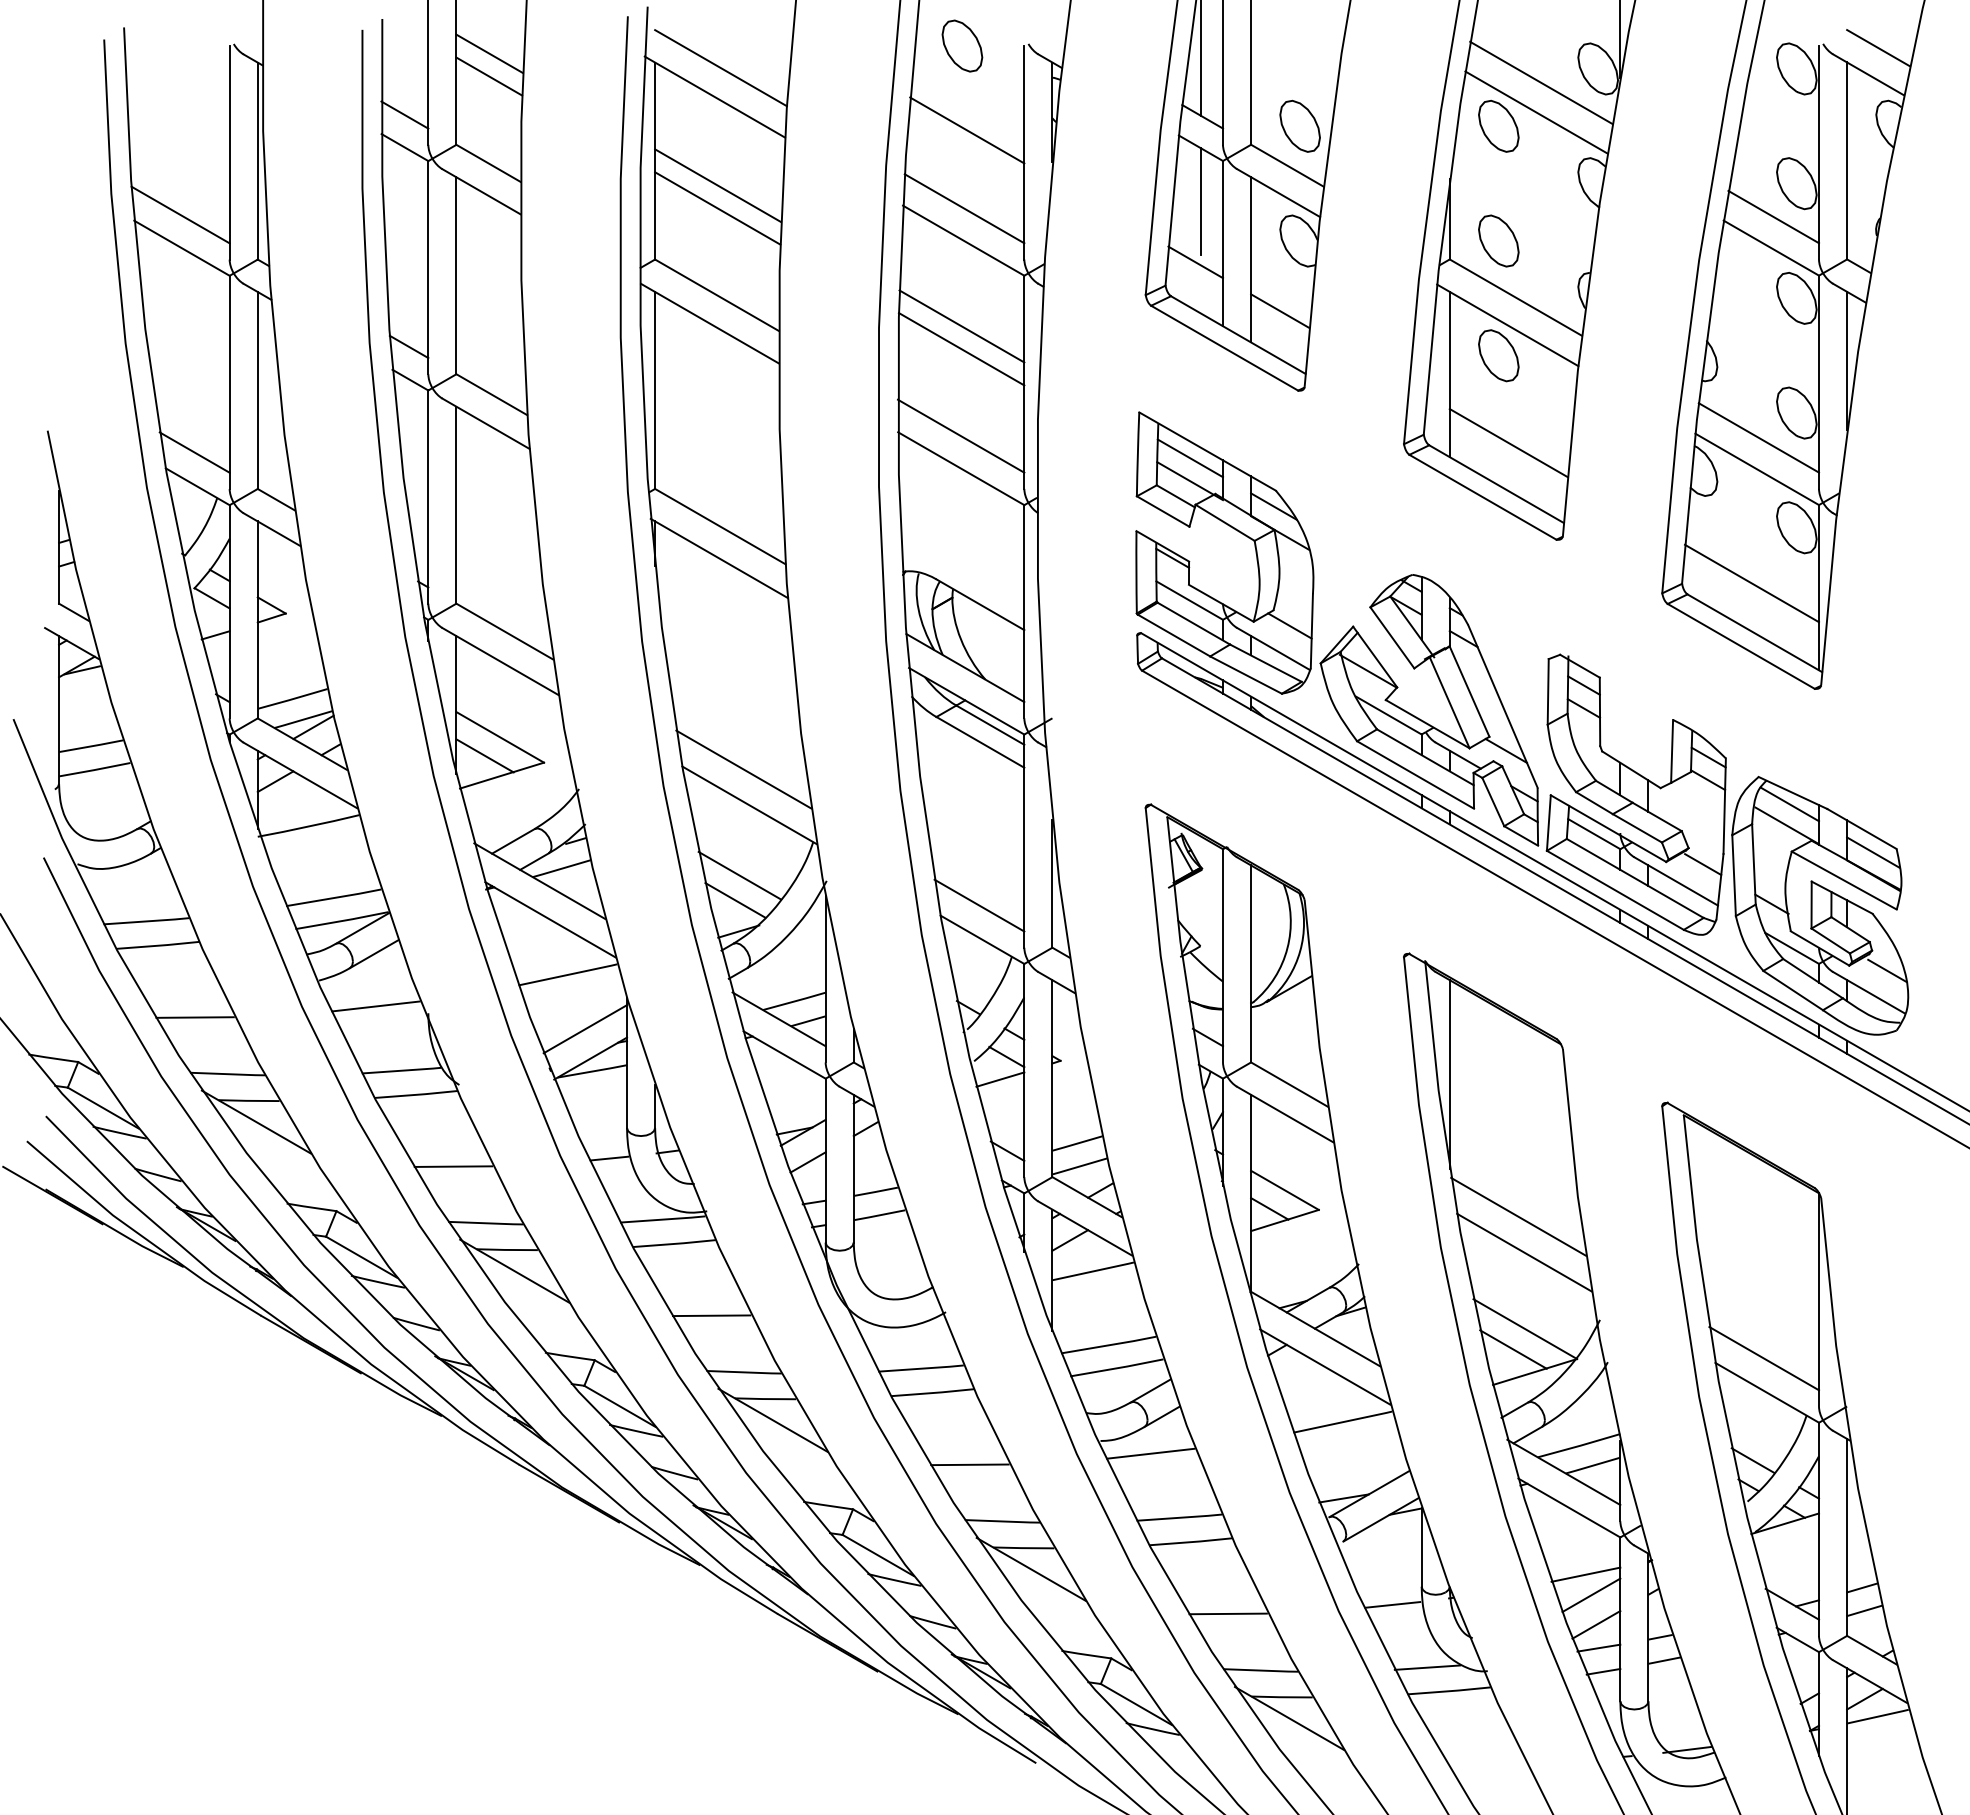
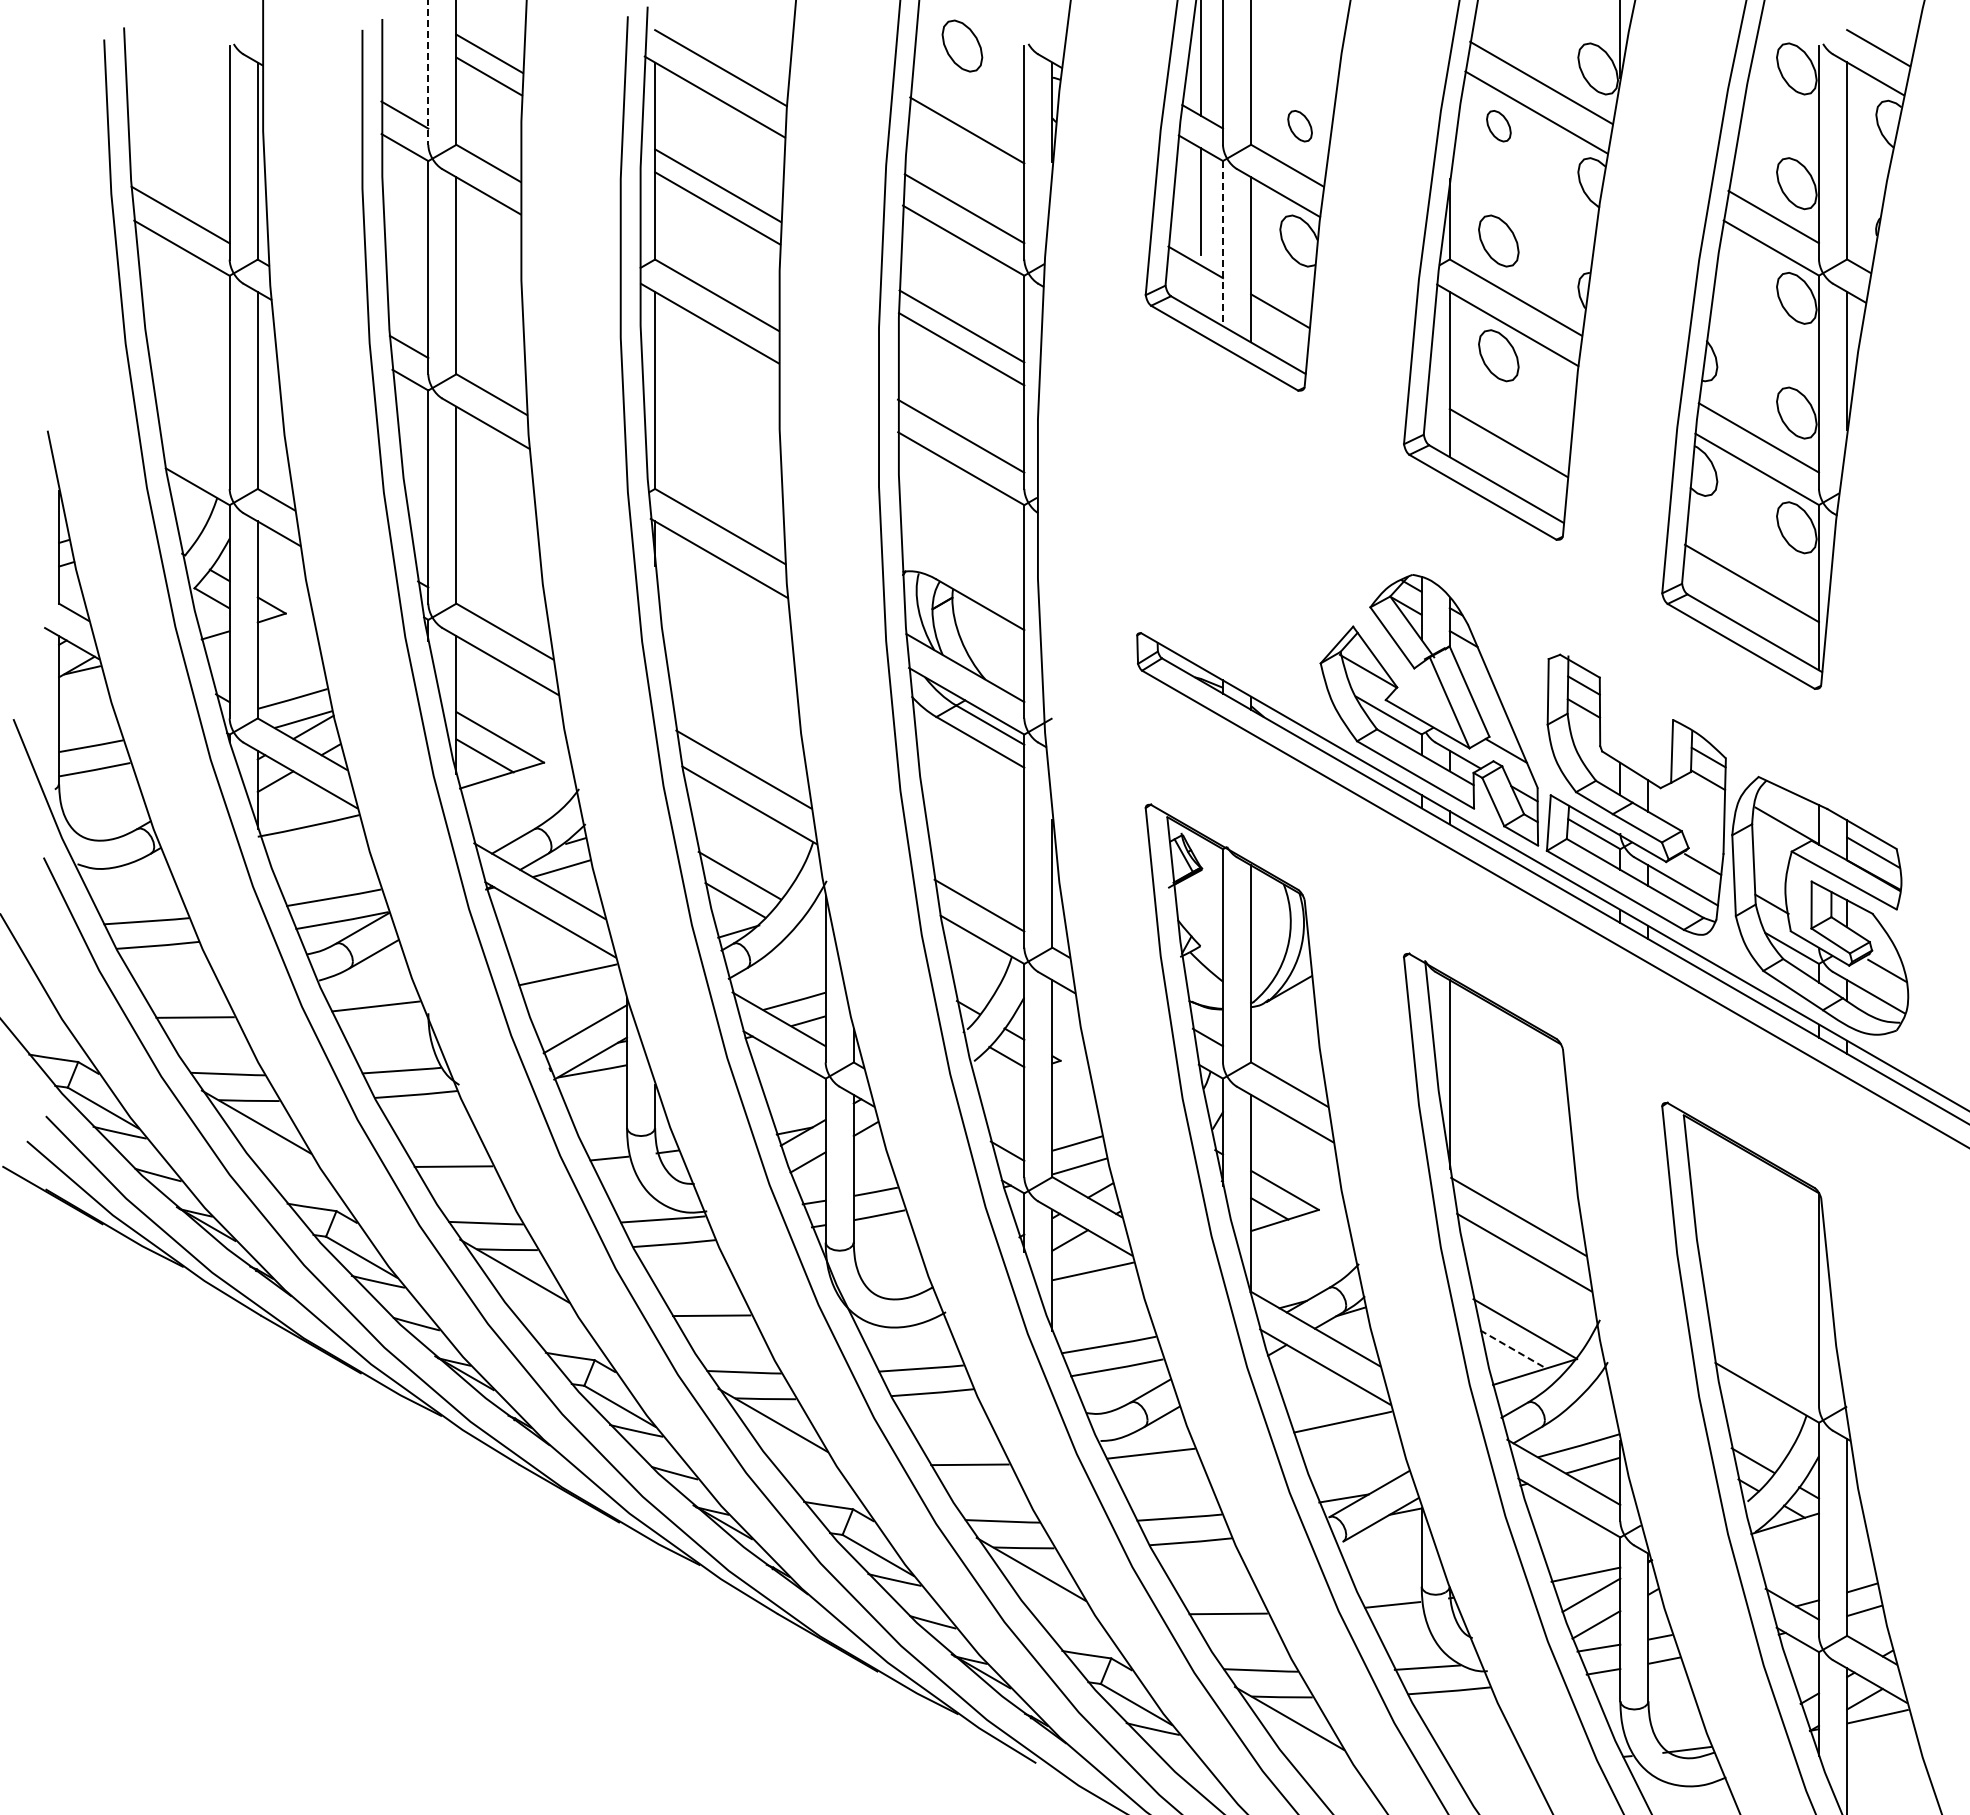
line at (428, 73): solid -> dashed
part at (1299, 125) size: 42x54 px -> 26x33 px
part at (1498, 125) size: 42x54 px -> 26x33 px
line at (1223, 243): solid -> dashed
line at (194, 452): present -> none
part at (1238, 532): present -> none
line at (1789, 804): present -> none
line at (1000, 1079): present -> none
line at (1513, 1349): solid -> dashed
line at (1764, 1358): present -> none
